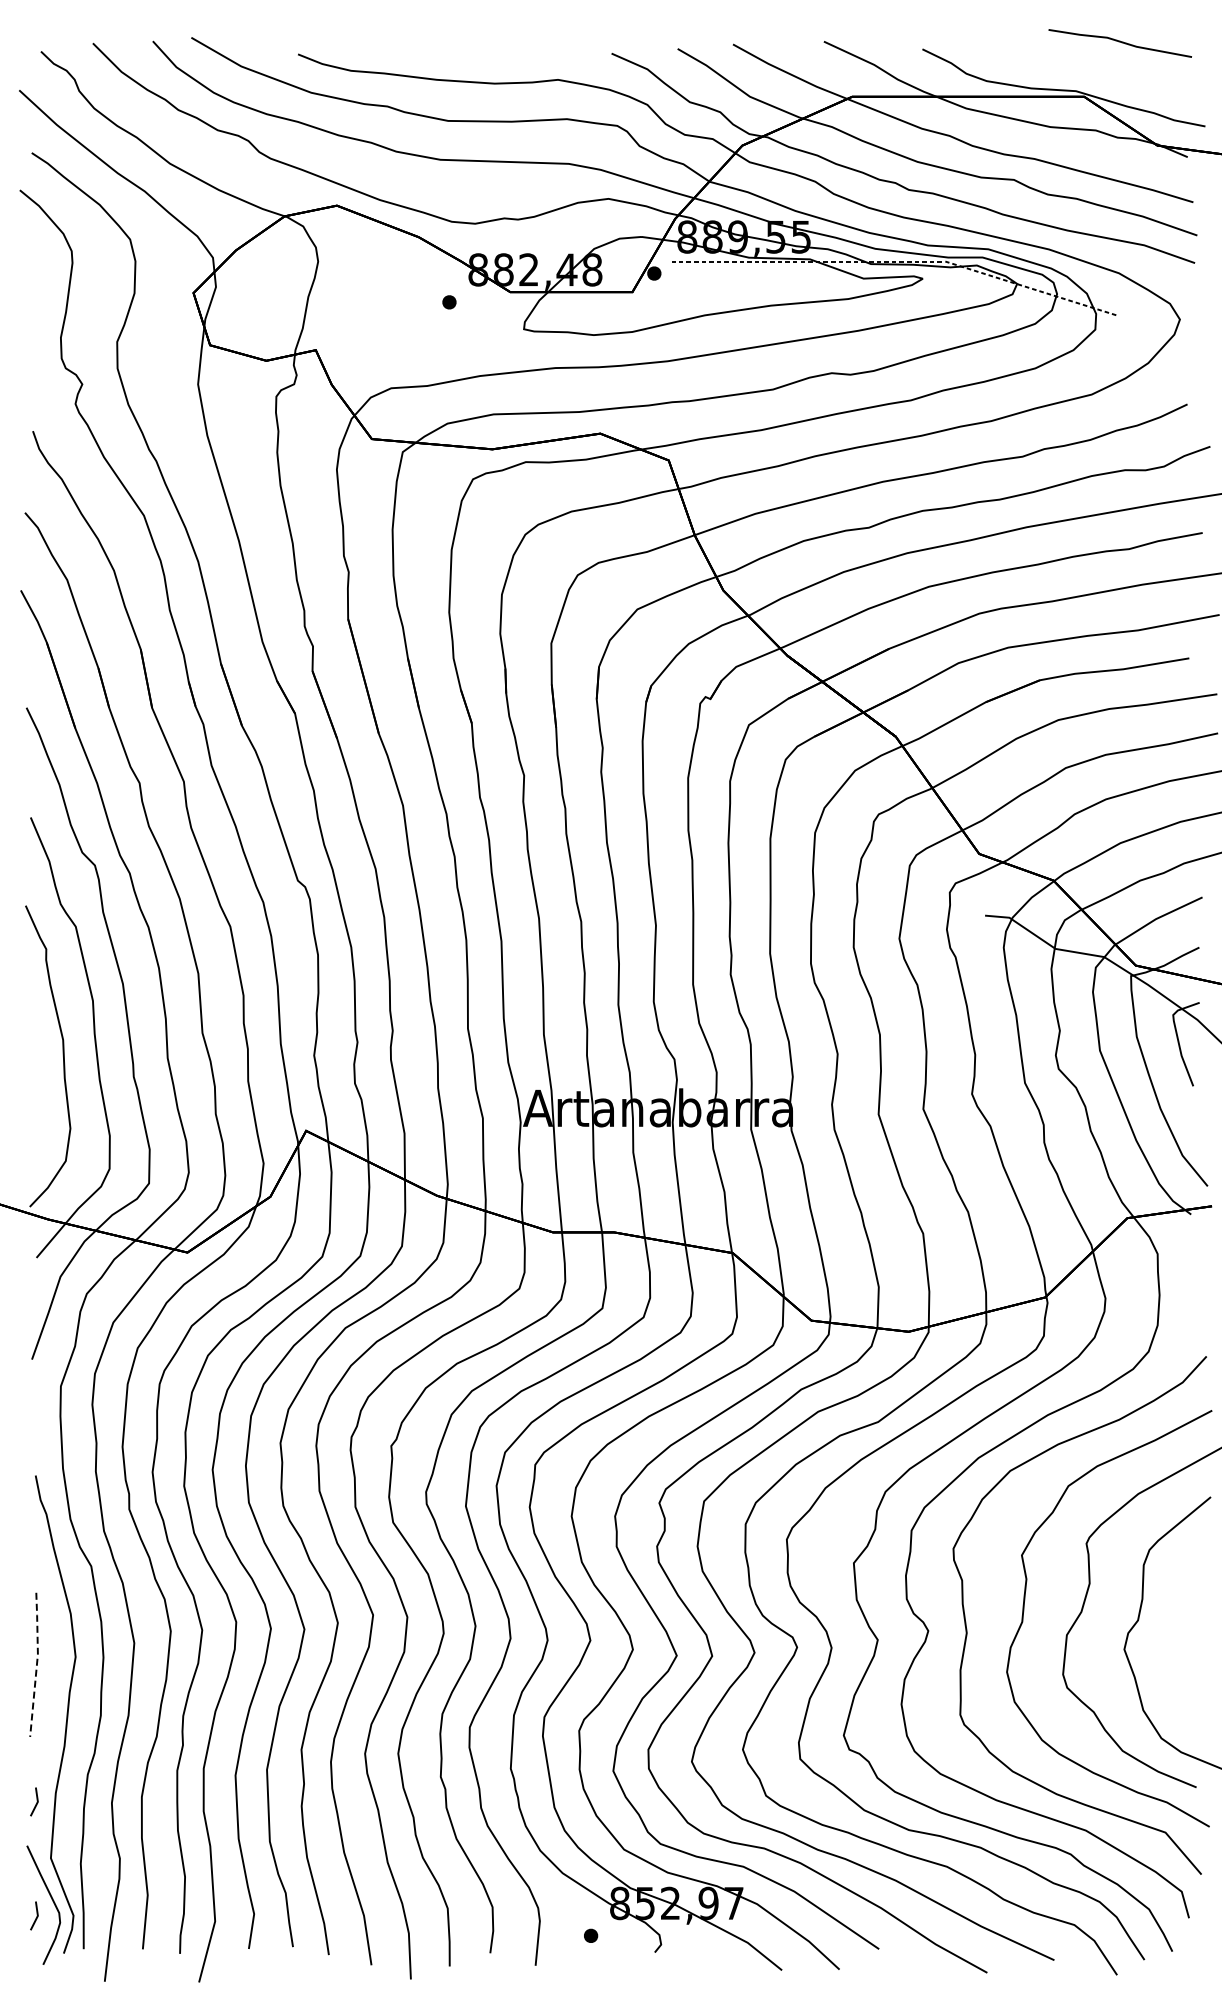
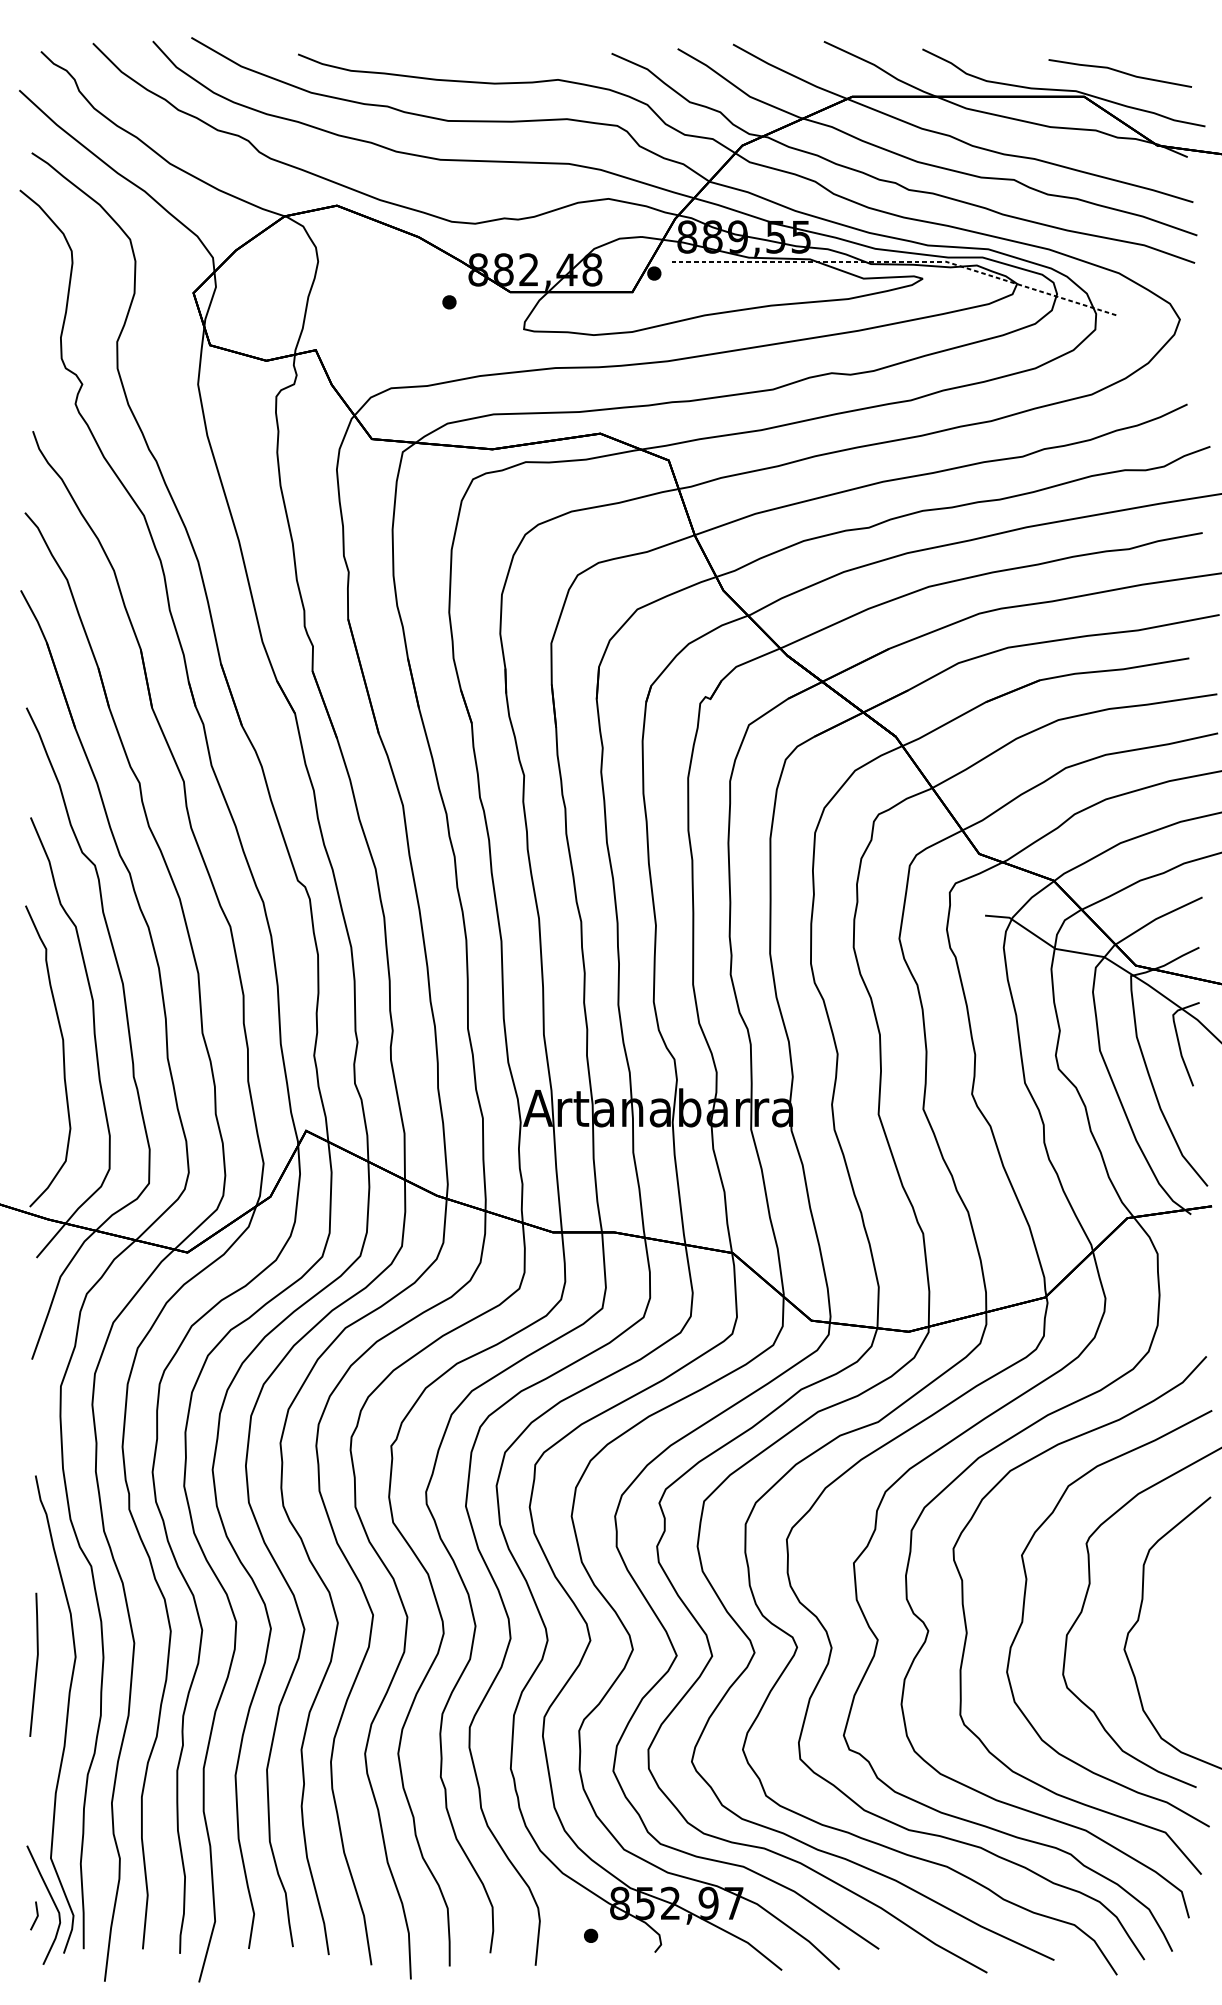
line at (1119, 42) position: (1119, 42) -> (1119, 72)
line at (36, 1664): dashed -> solid
line at (36, 1801): present -> none
